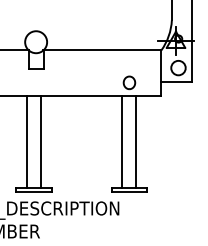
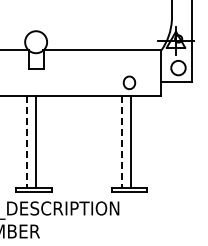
line at (26, 141): solid -> dashed
line at (41, 141) position: (41, 141) -> (36, 141)
line at (122, 141): solid -> dashed
line at (136, 141) position: (136, 141) -> (131, 141)
